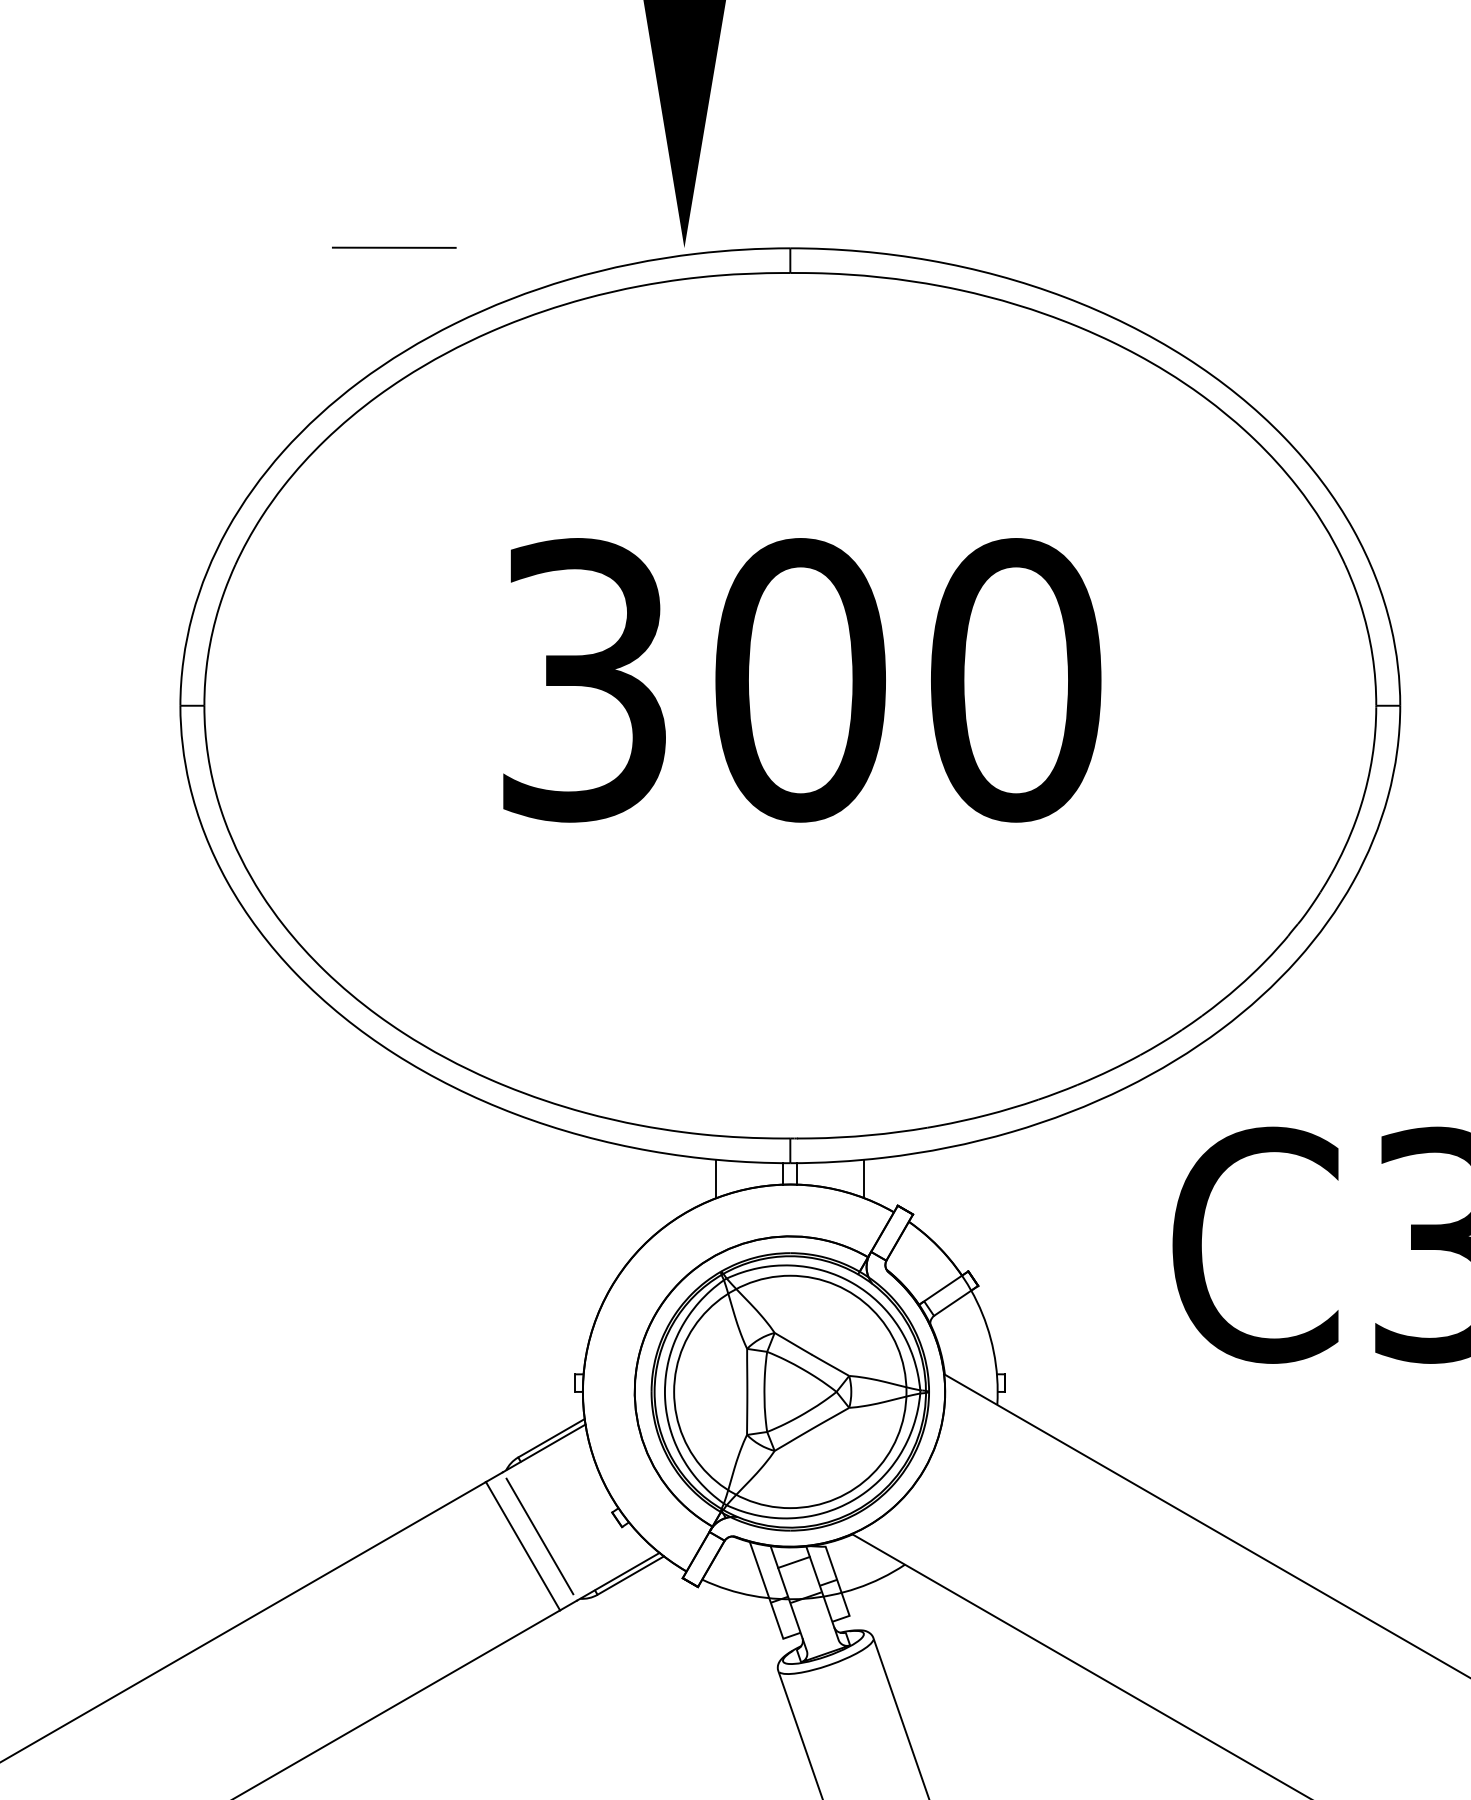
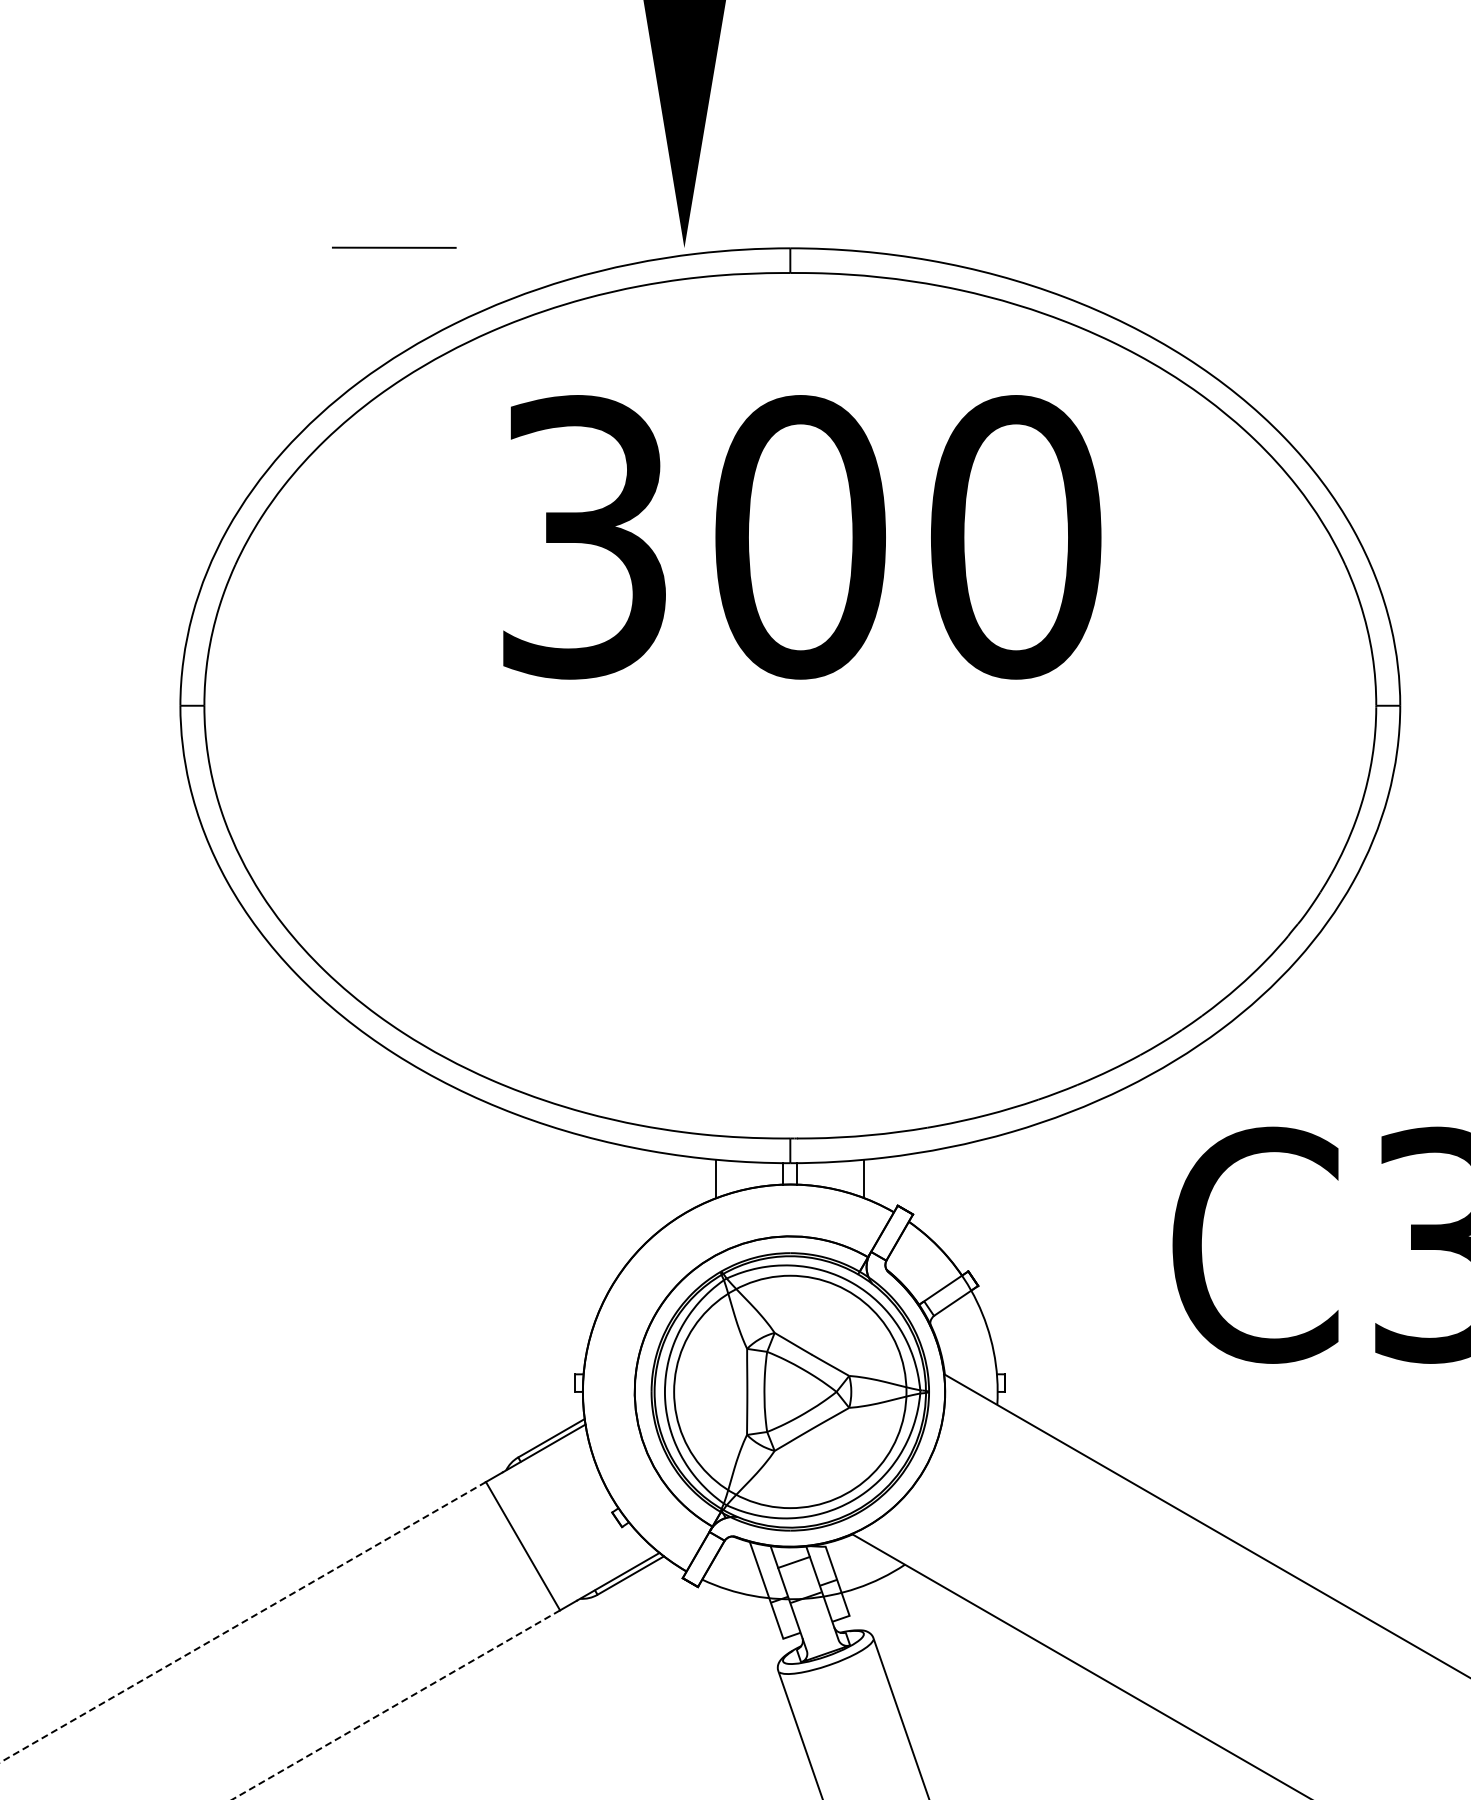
text at (802, 680) position: (802, 680) -> (802, 537)
line at (539, 1536): present -> none
line at (242, 1622): solid -> dashed
line at (395, 1705): solid -> dashed
